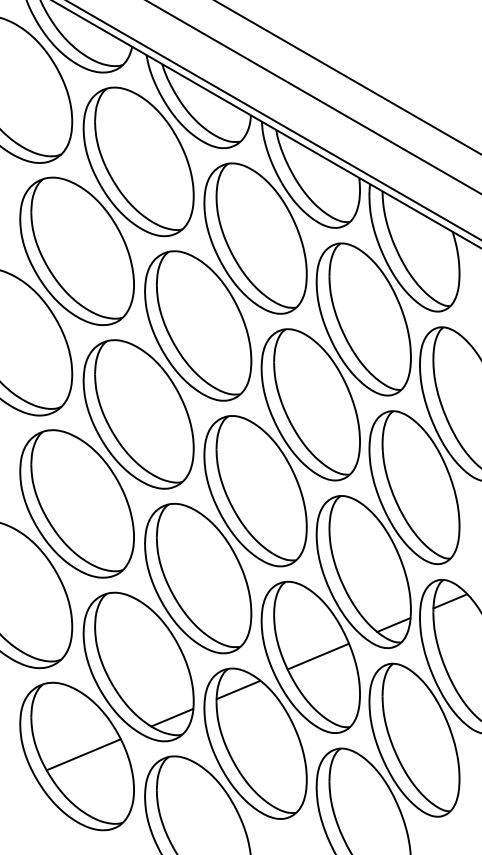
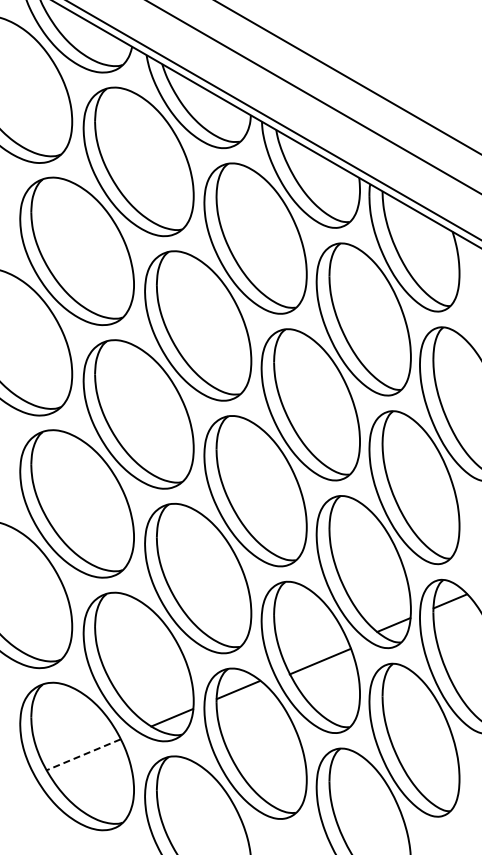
line at (317, 656) position: (317, 656) -> (319, 661)
line at (83, 754): solid -> dashed
